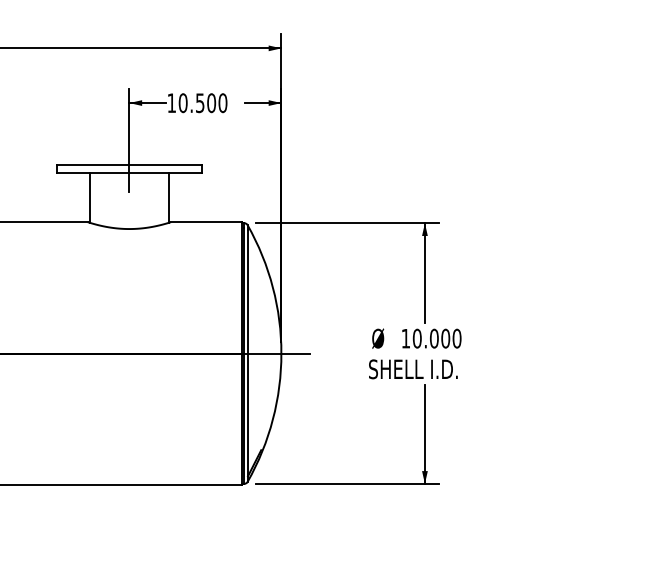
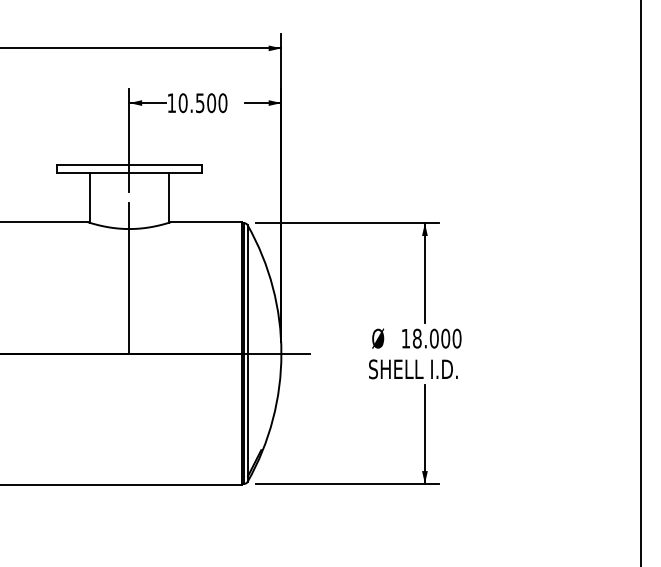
line at (129, 278): none -> present
line at (641, 282): none -> present
text at (416, 338): 10.000 -> 18.000
